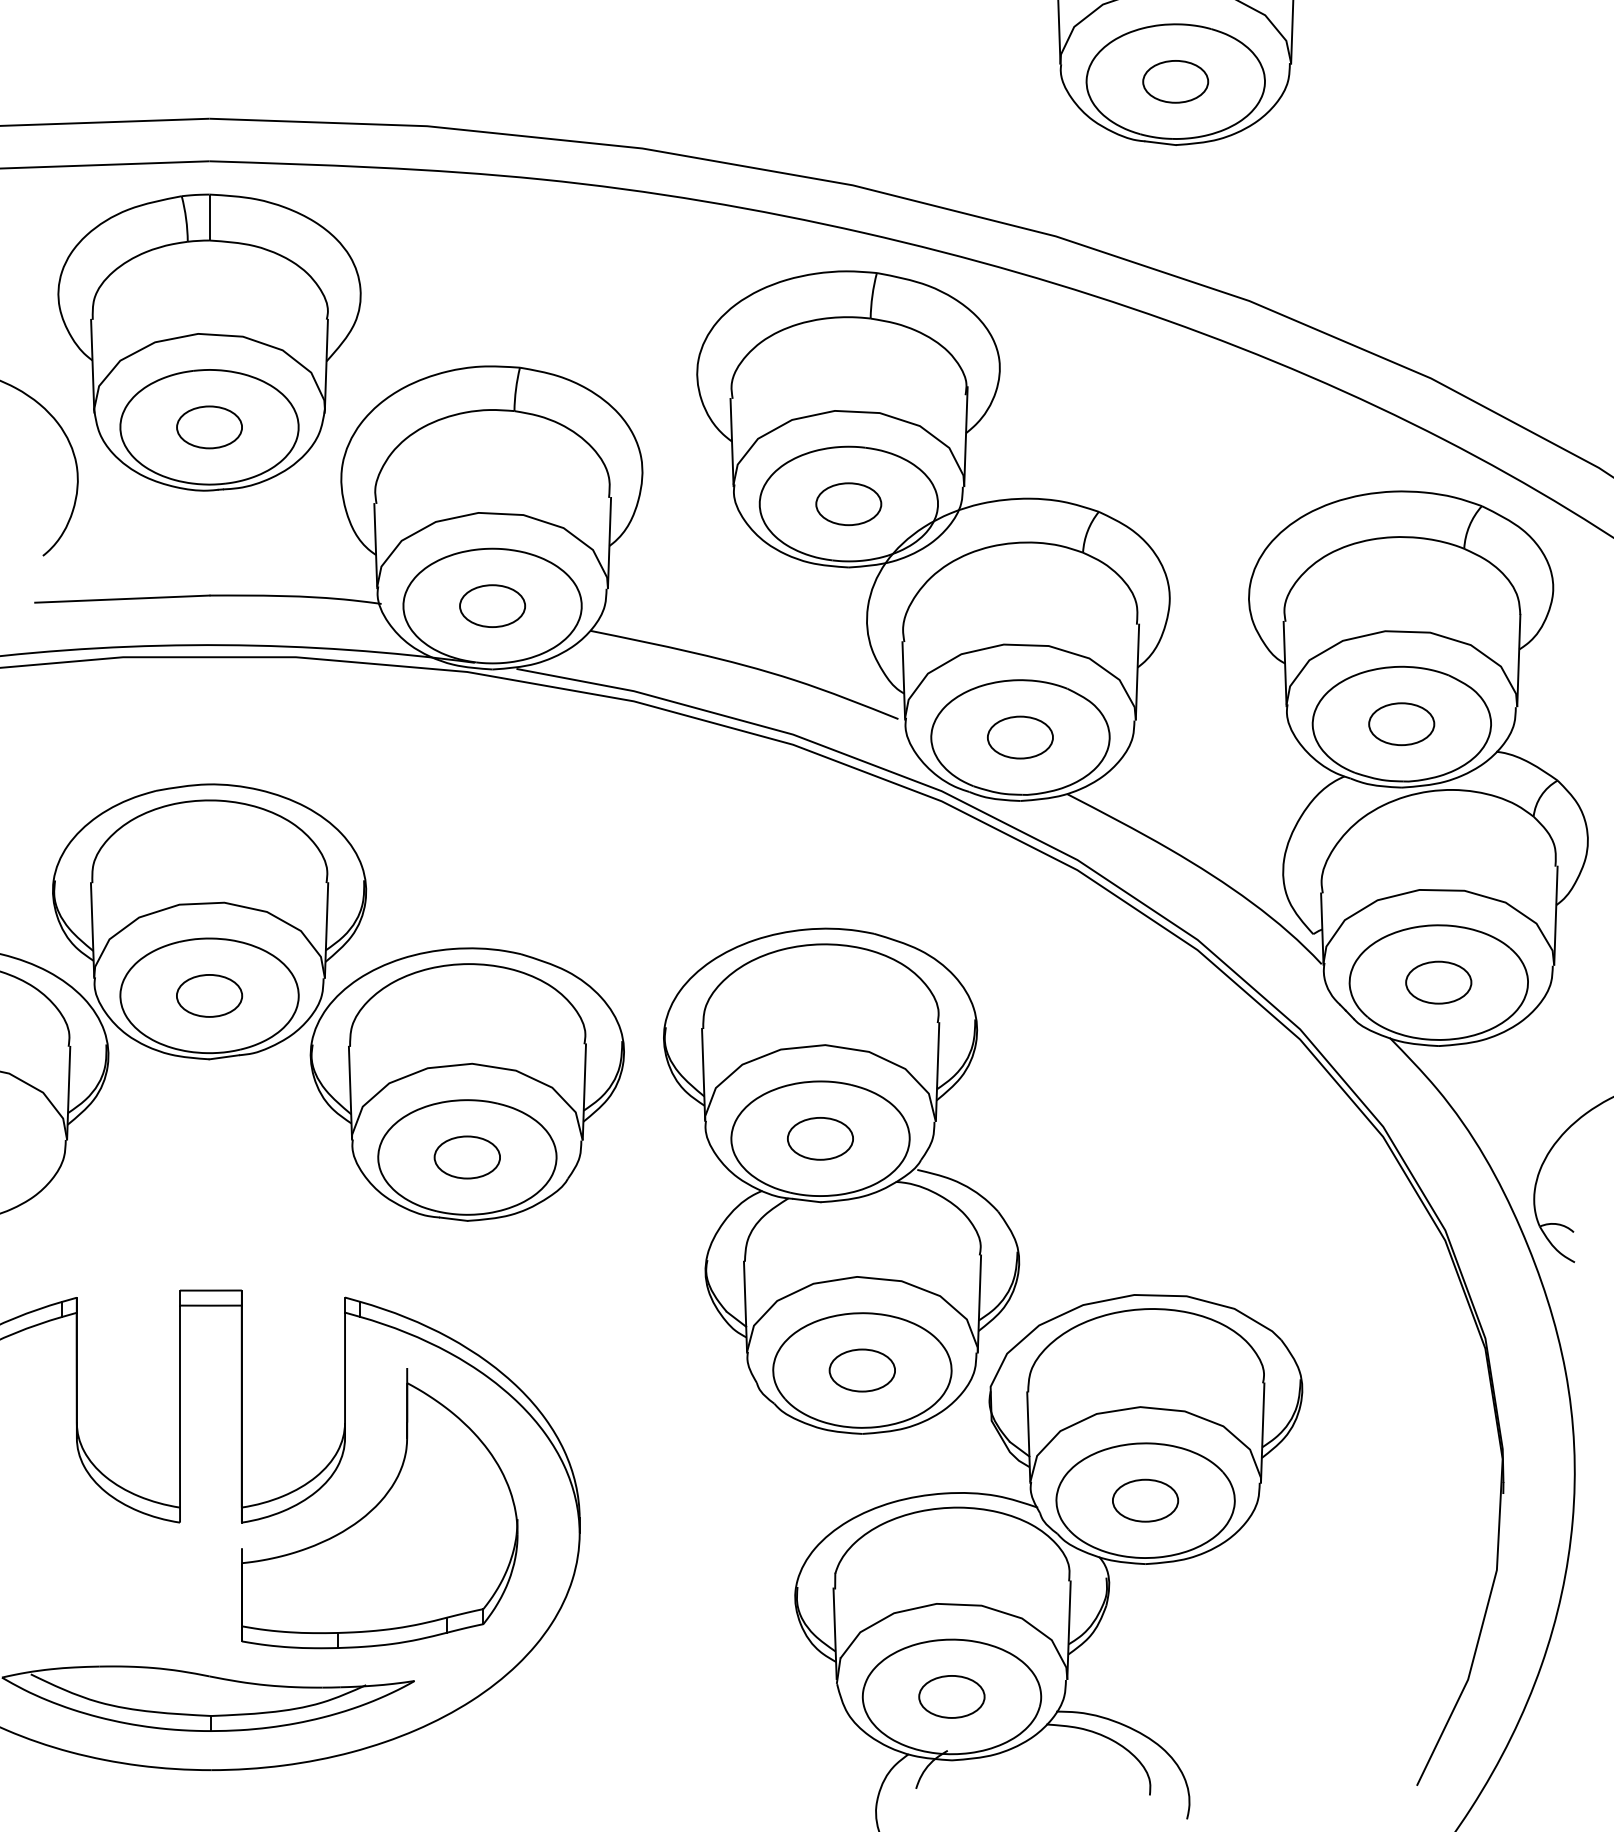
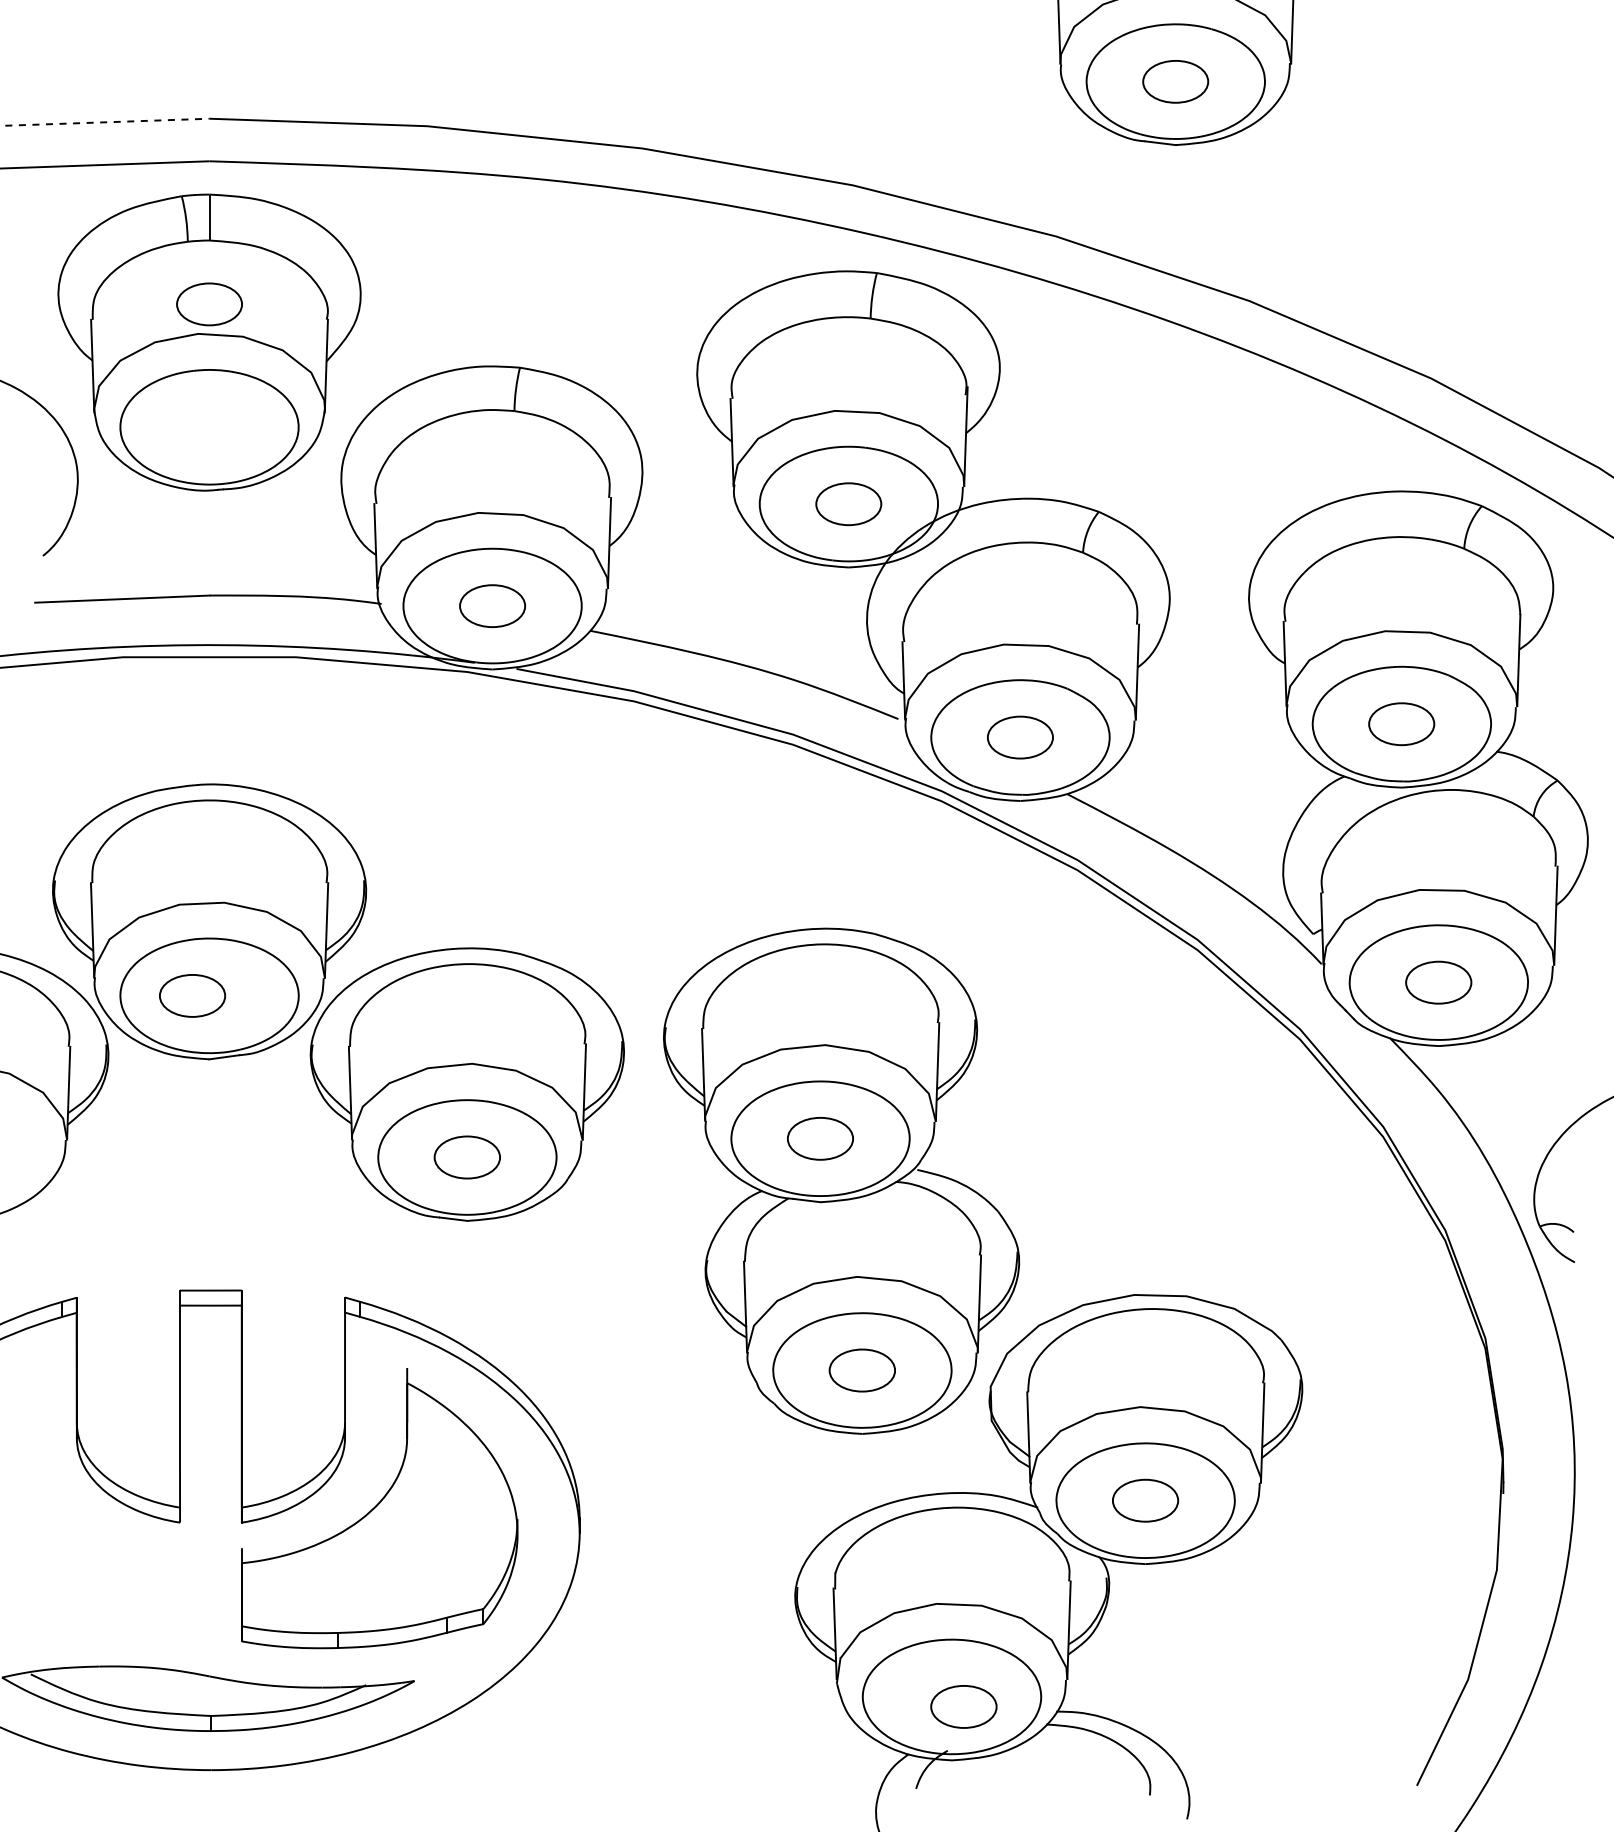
line at (105, 122): solid -> dashed
part at (209, 427) position: (209, 427) -> (209, 304)
part at (209, 995) position: (209, 995) -> (192, 995)
part at (951, 1696) position: (951, 1696) -> (963, 1706)
